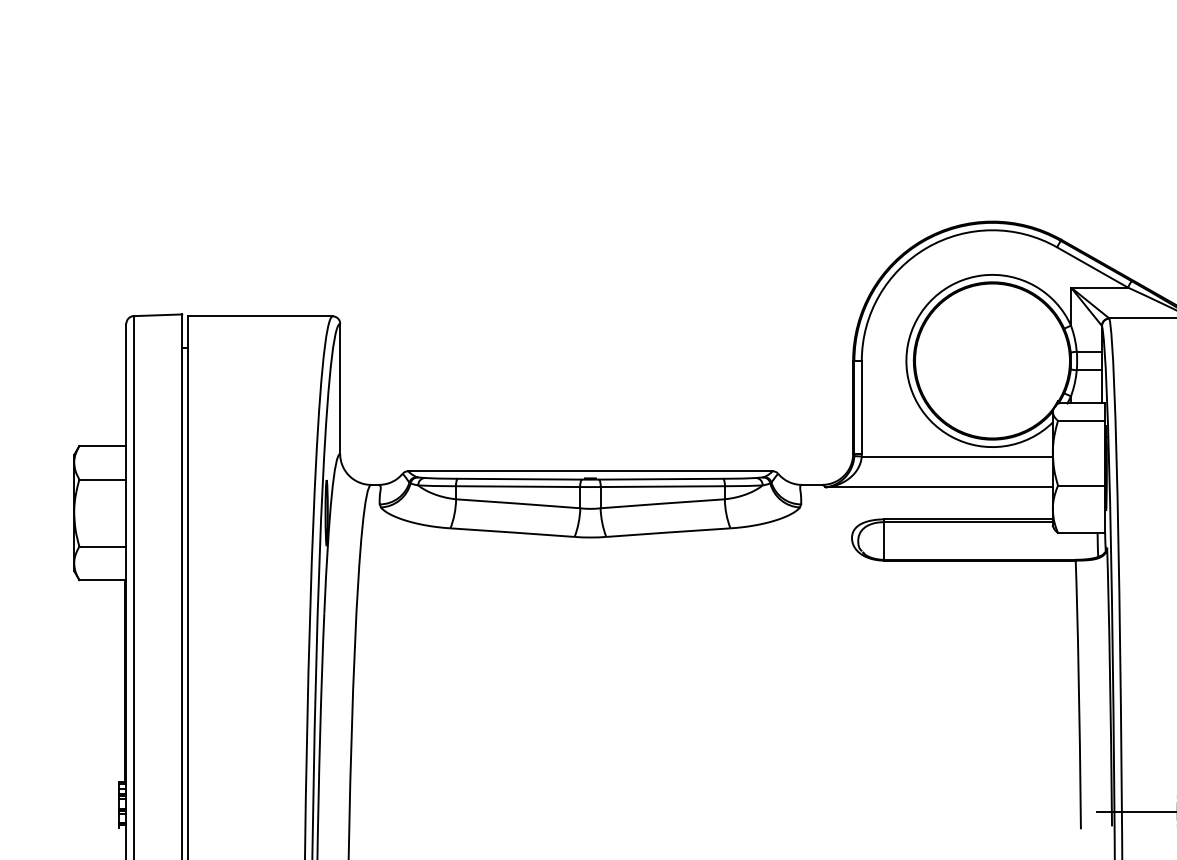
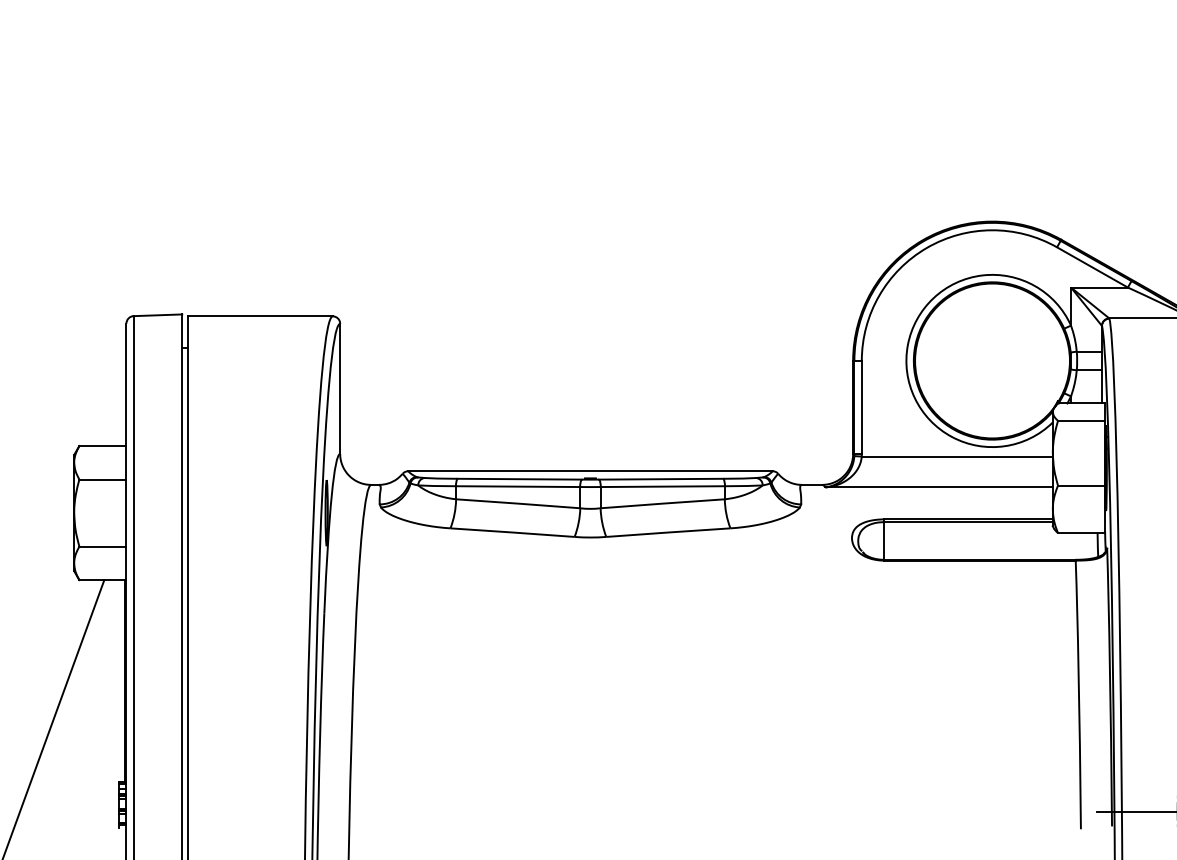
line at (53, 718): none -> present
